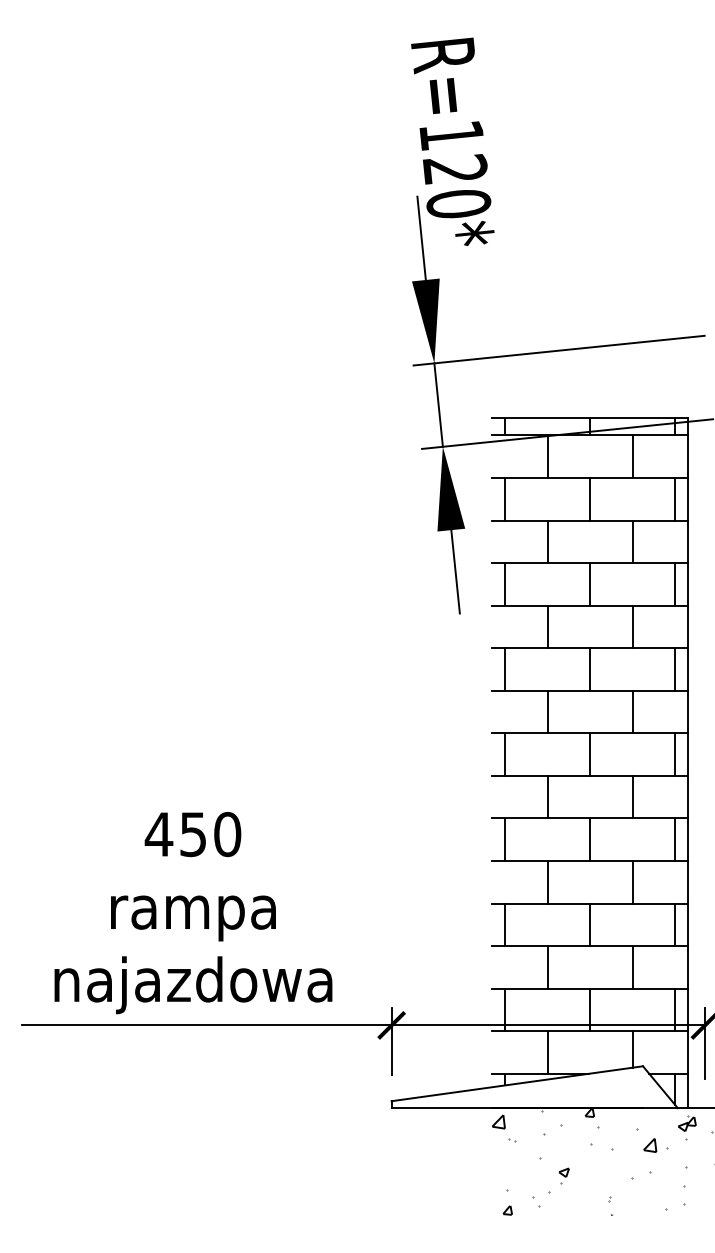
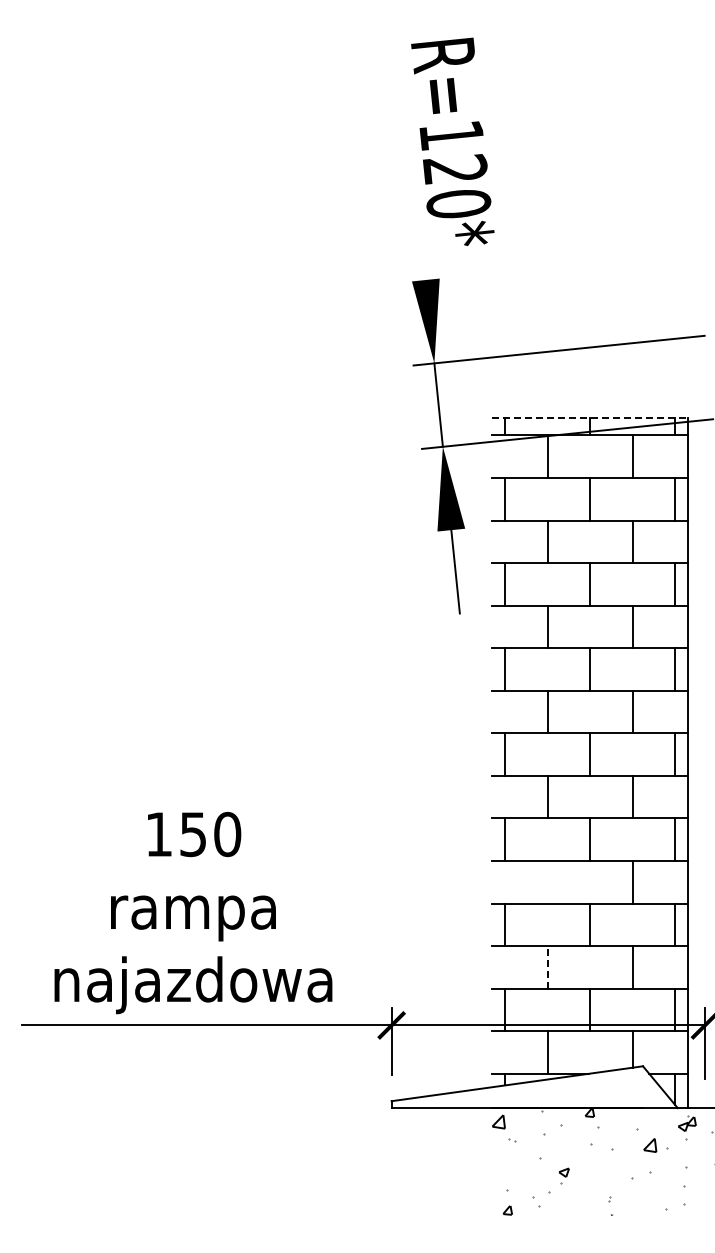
line at (421, 238): present -> none
line at (589, 417): solid -> dashed
text at (158, 834): 450 -> 150
line at (547, 882): present -> none
line at (547, 966): solid -> dashed
